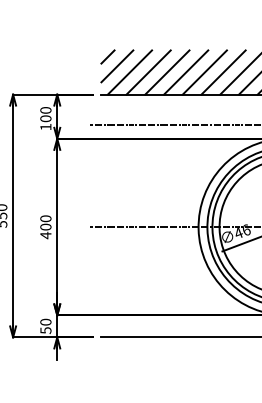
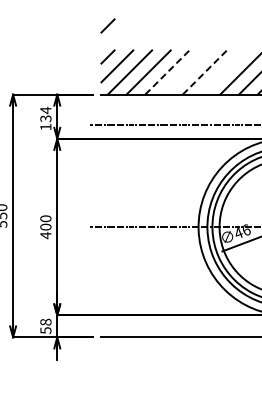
line at (107, 25): none -> present
line at (167, 72): solid -> dashed
line at (186, 72): present -> none
line at (205, 72): solid -> dashed
line at (223, 72): present -> none
text at (45, 114): 100 -> 134
text at (45, 321): 50 -> 58
